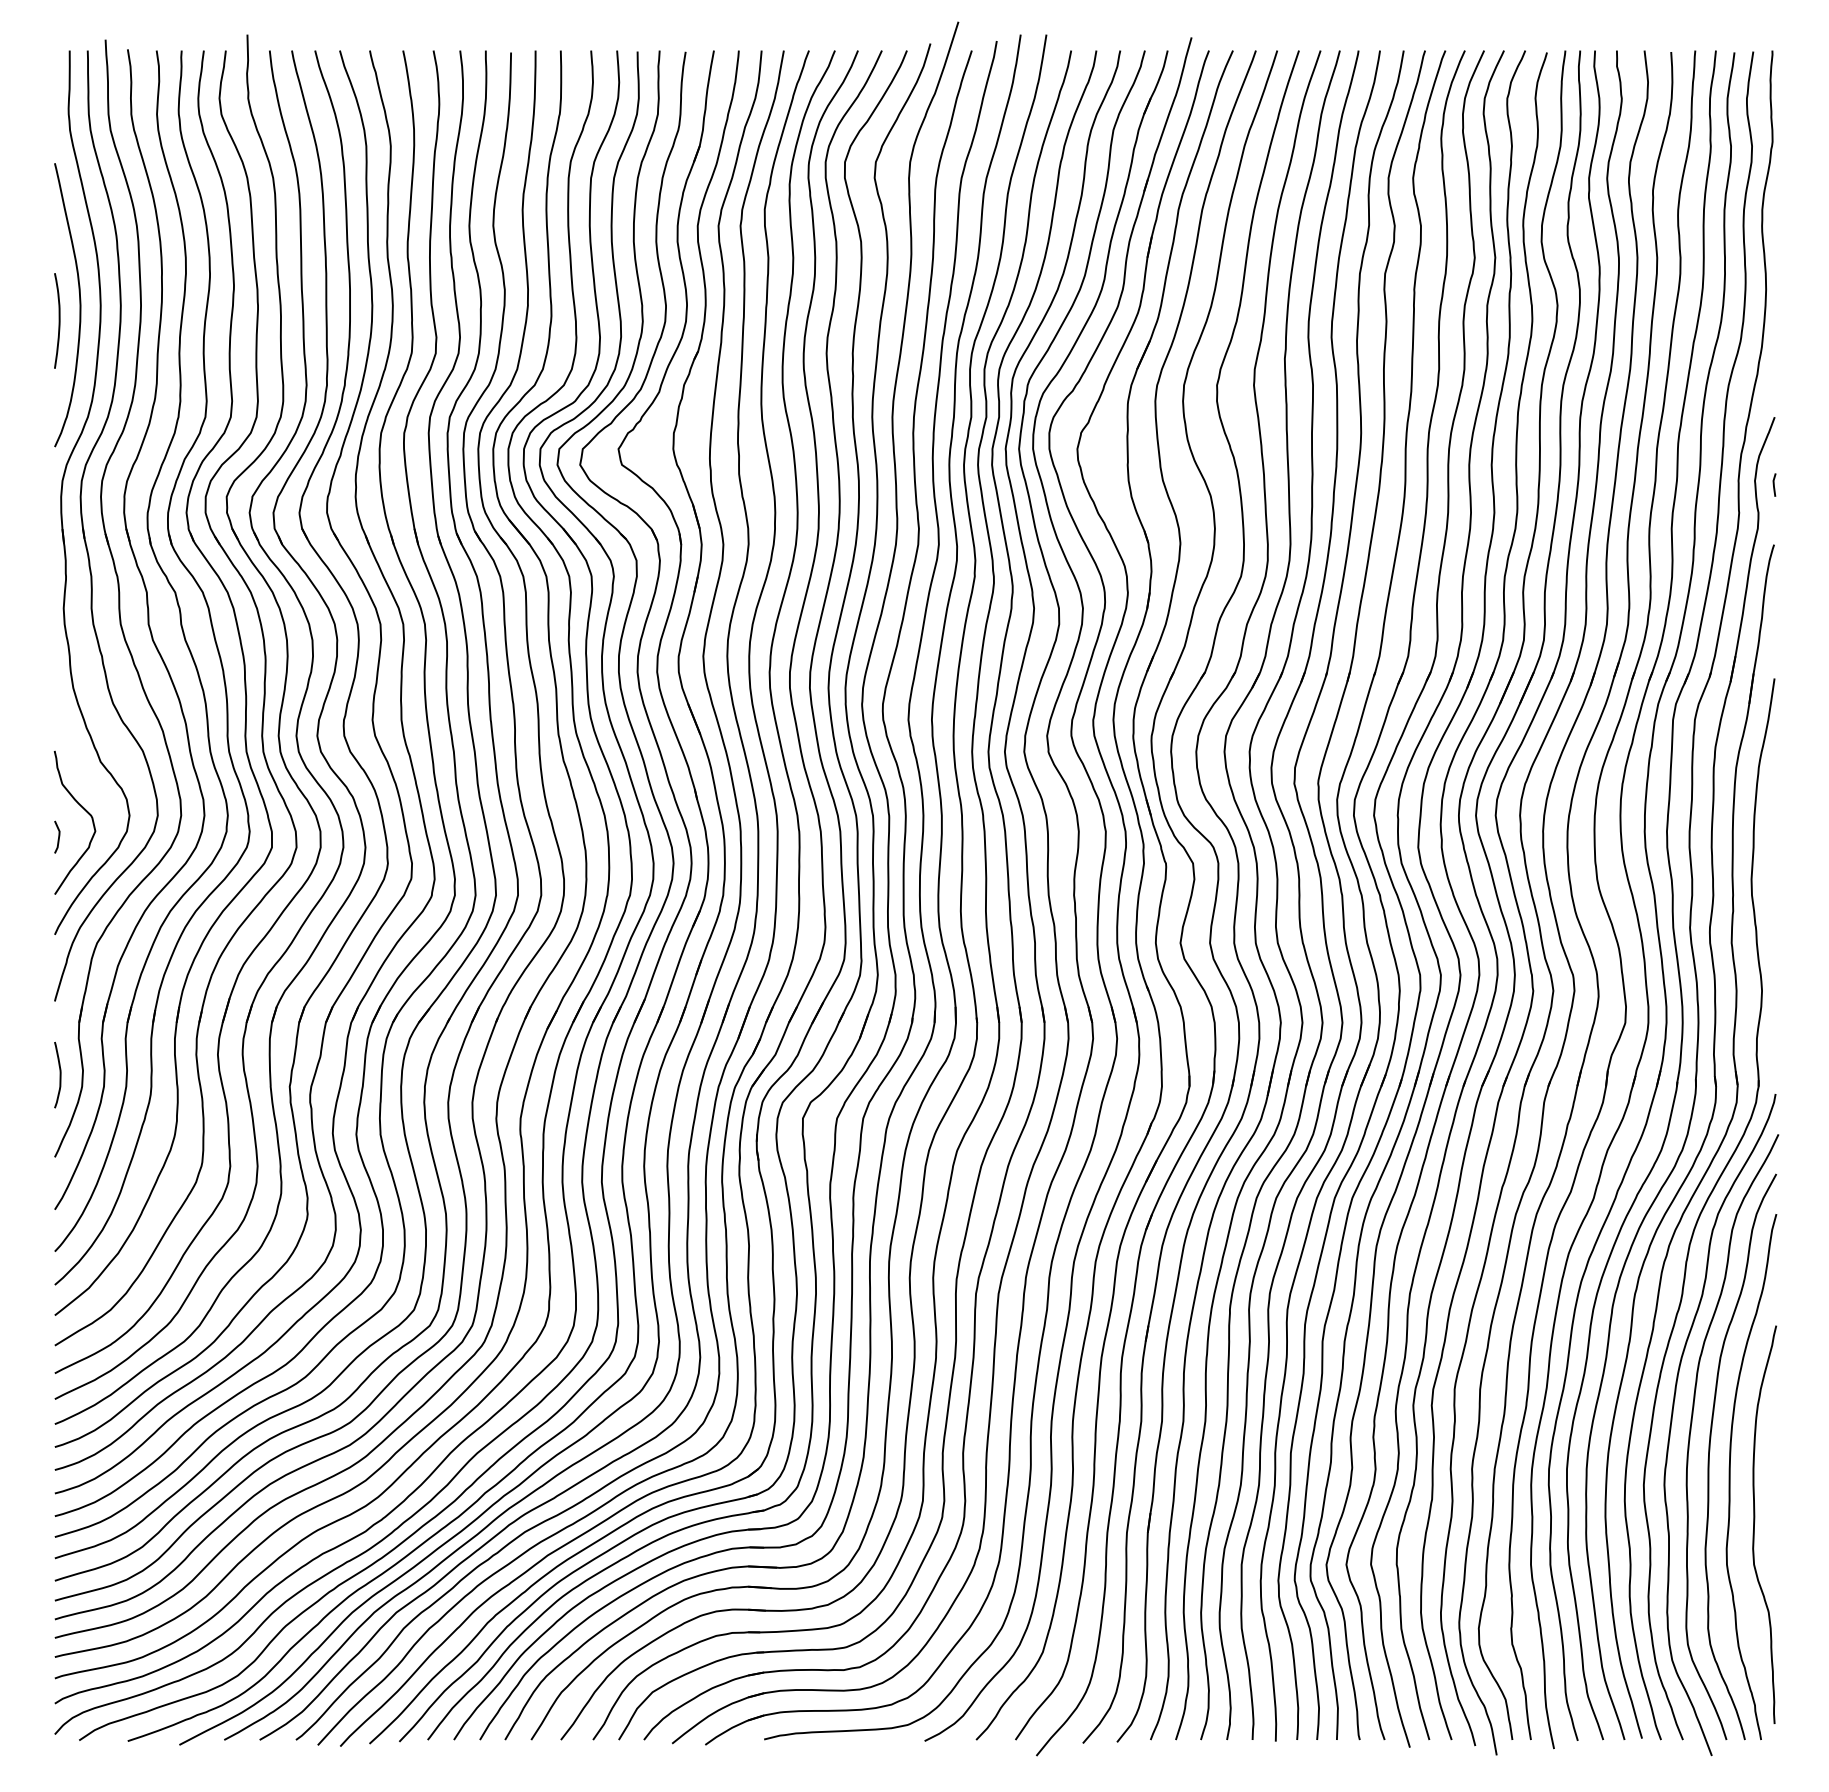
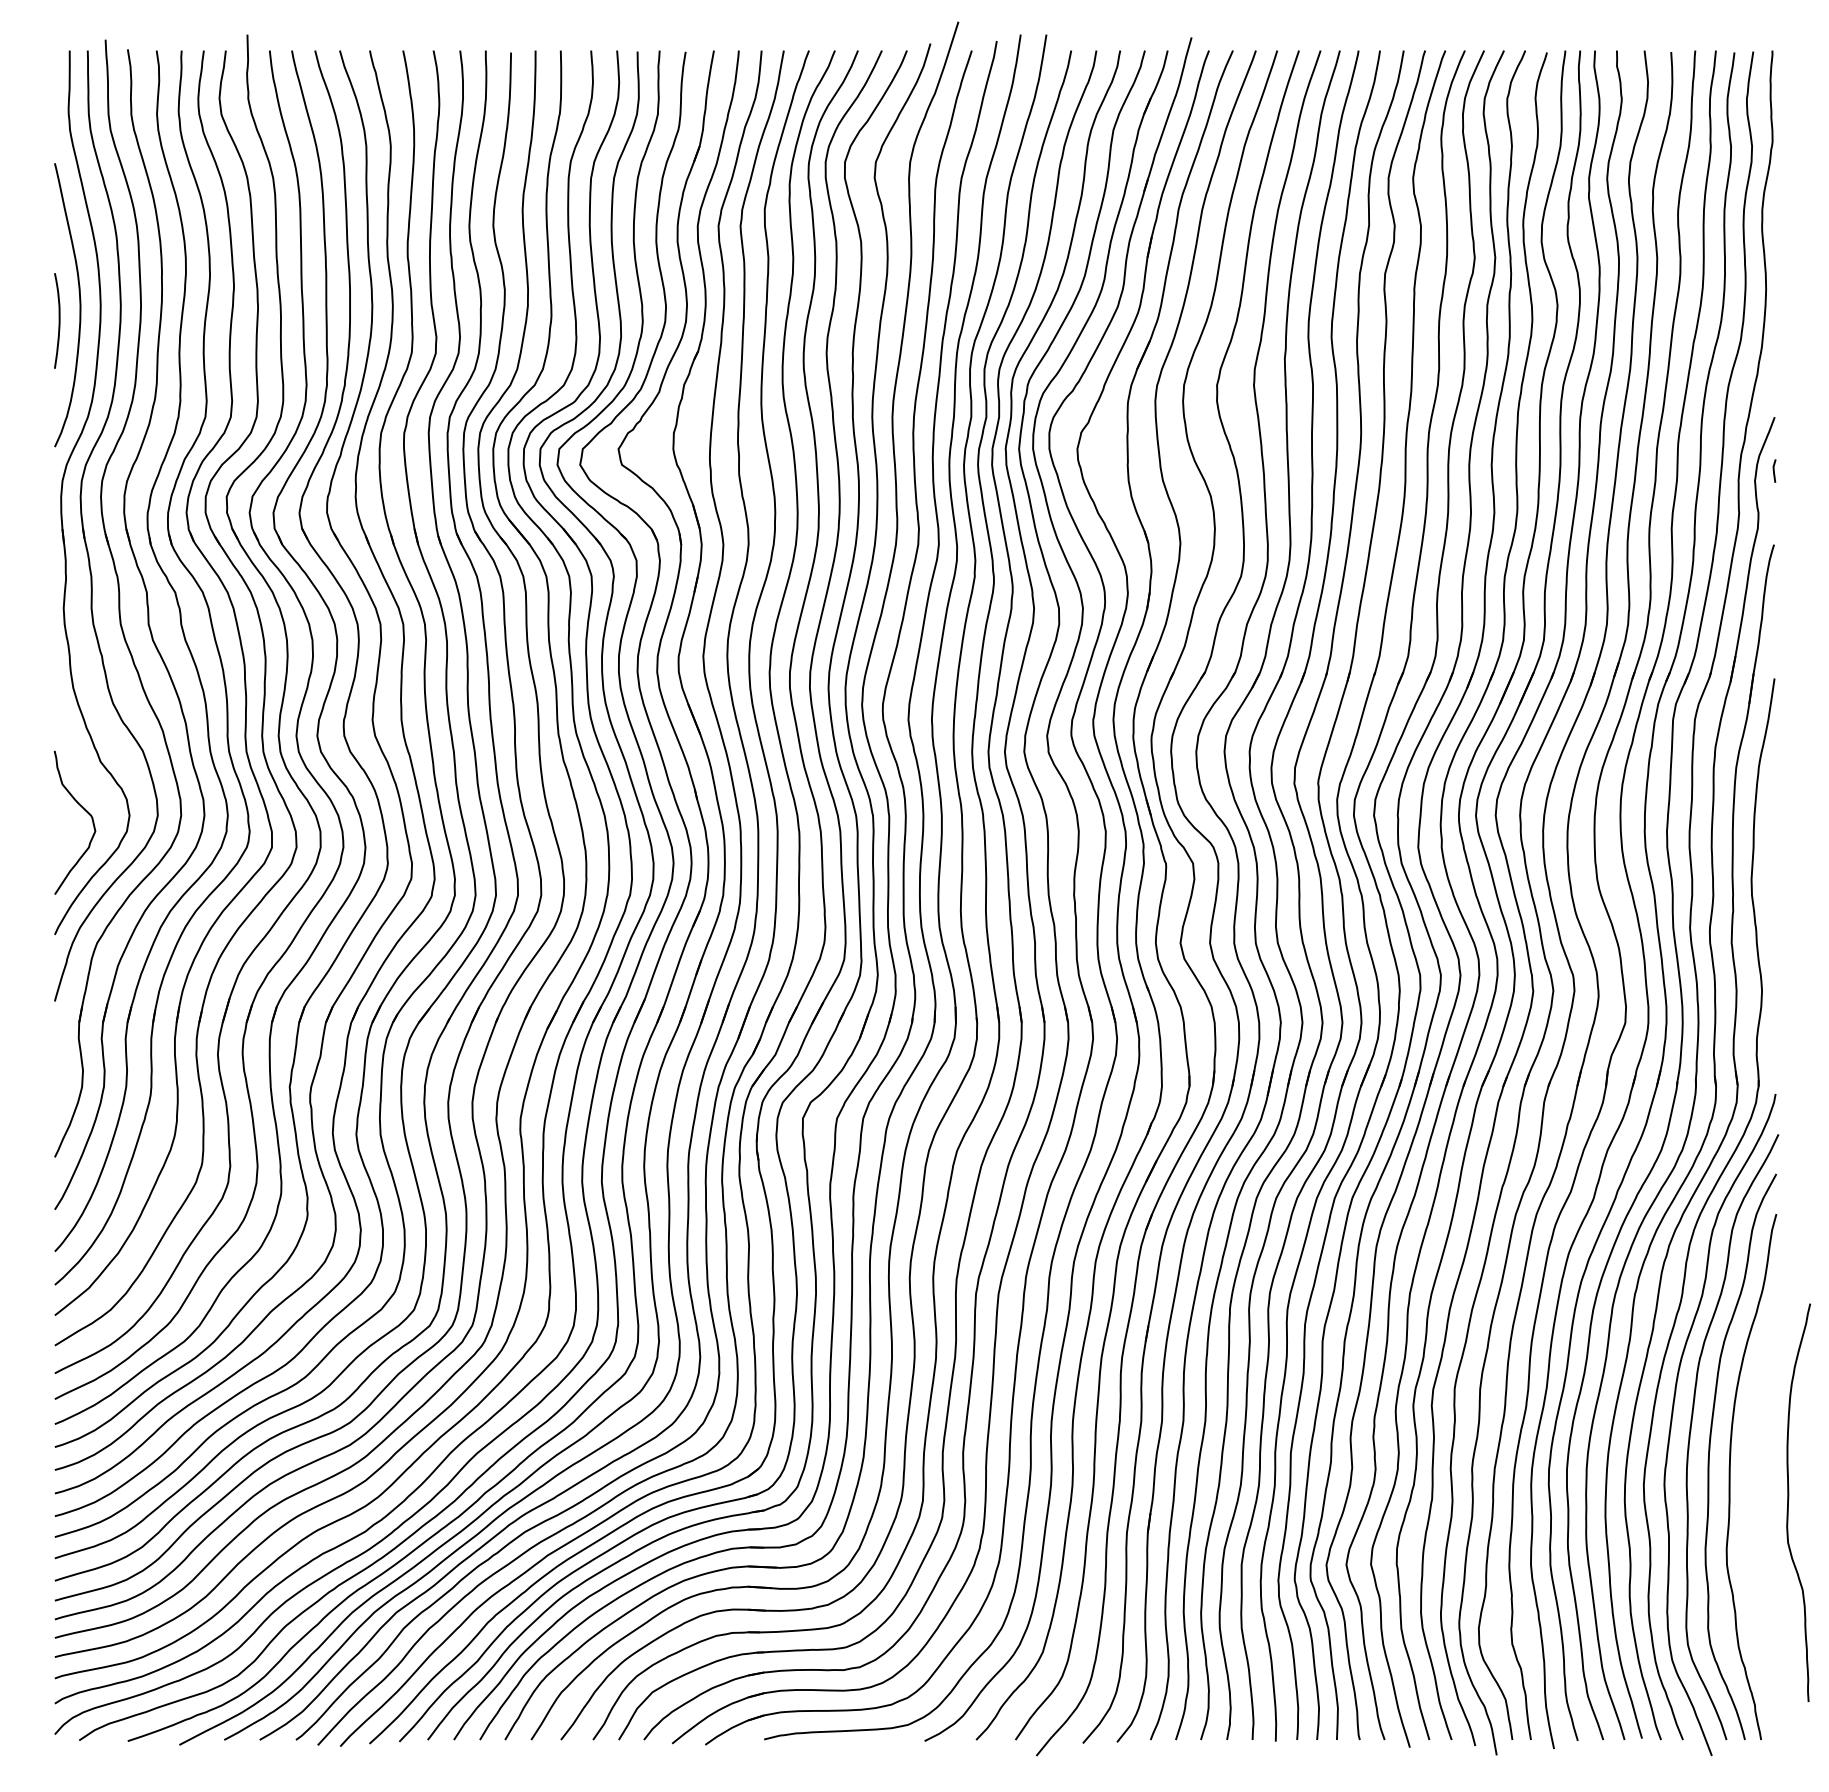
line at (1774, 484) position: (1774, 484) -> (1774, 470)
line at (58, 836): present -> none
curve at (59, 1075): present -> none
curve at (1755, 1521) position: (1755, 1521) -> (1789, 1499)
